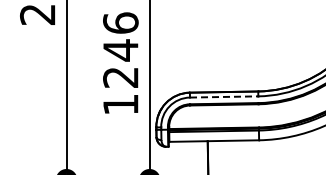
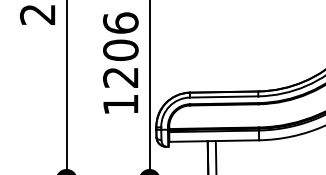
text at (120, 50): 1246 -> 1206
line at (224, 96): dashed -> solid
line at (215, 156): none -> present
